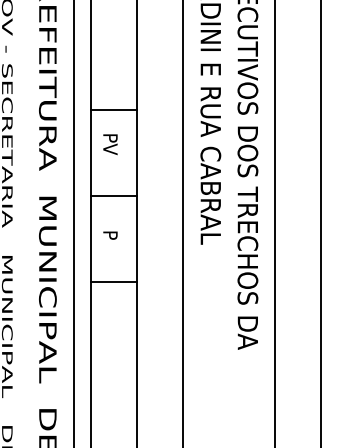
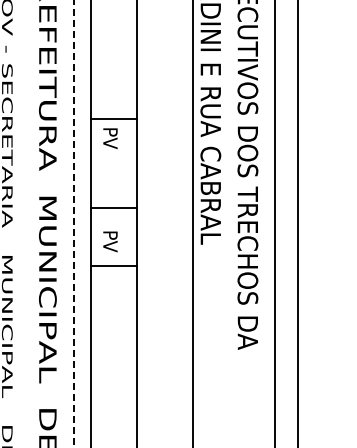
line at (113, 109) position: (113, 109) -> (113, 118)
text at (110, 144) position: (110, 144) -> (110, 138)
line at (113, 195) position: (113, 195) -> (113, 207)
line at (183, 223) position: (183, 223) -> (193, 223)
line at (321, 223) position: (321, 223) -> (298, 223)
line at (73, 224): solid -> dashed
text at (110, 246): P -> PV
line at (113, 282) position: (113, 282) -> (113, 266)
